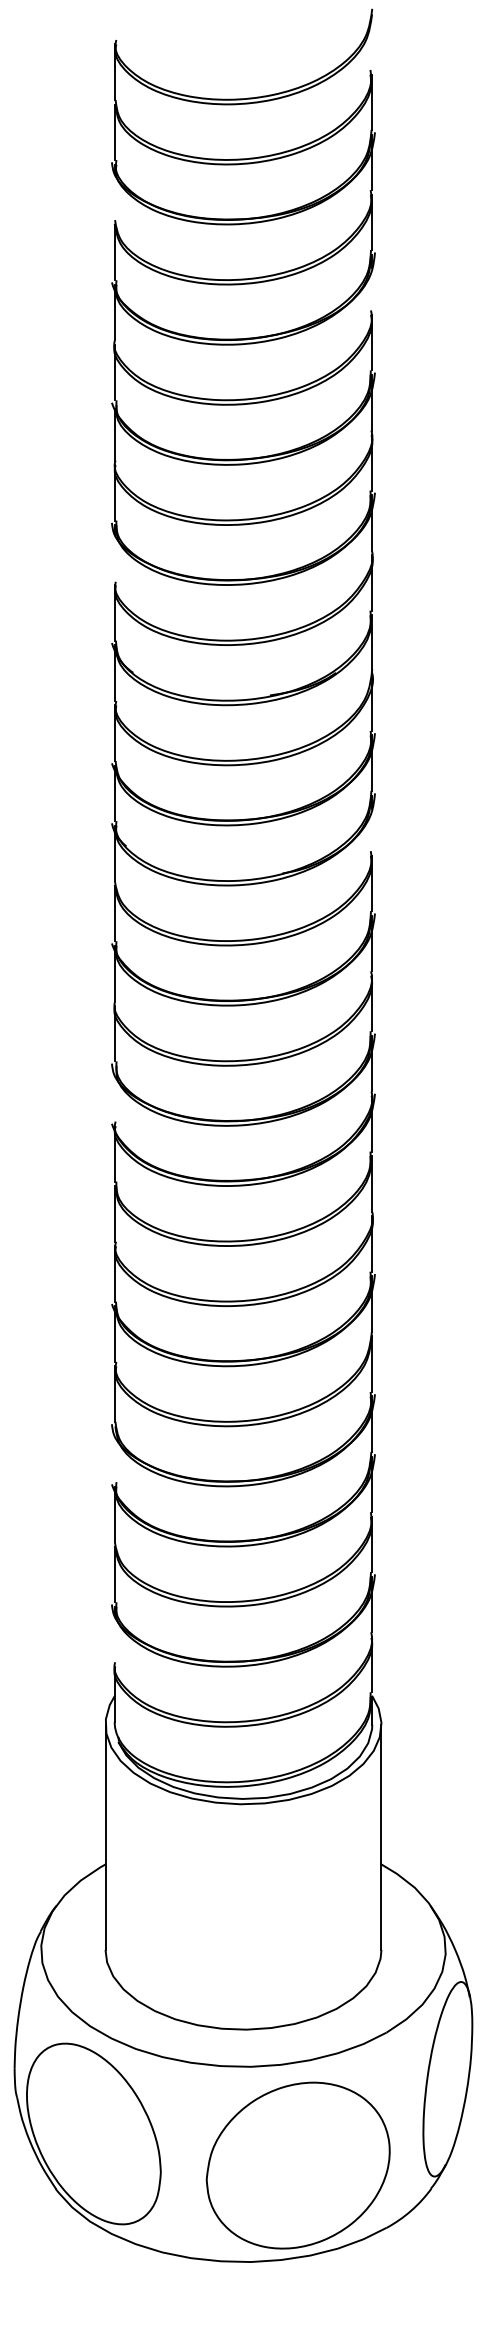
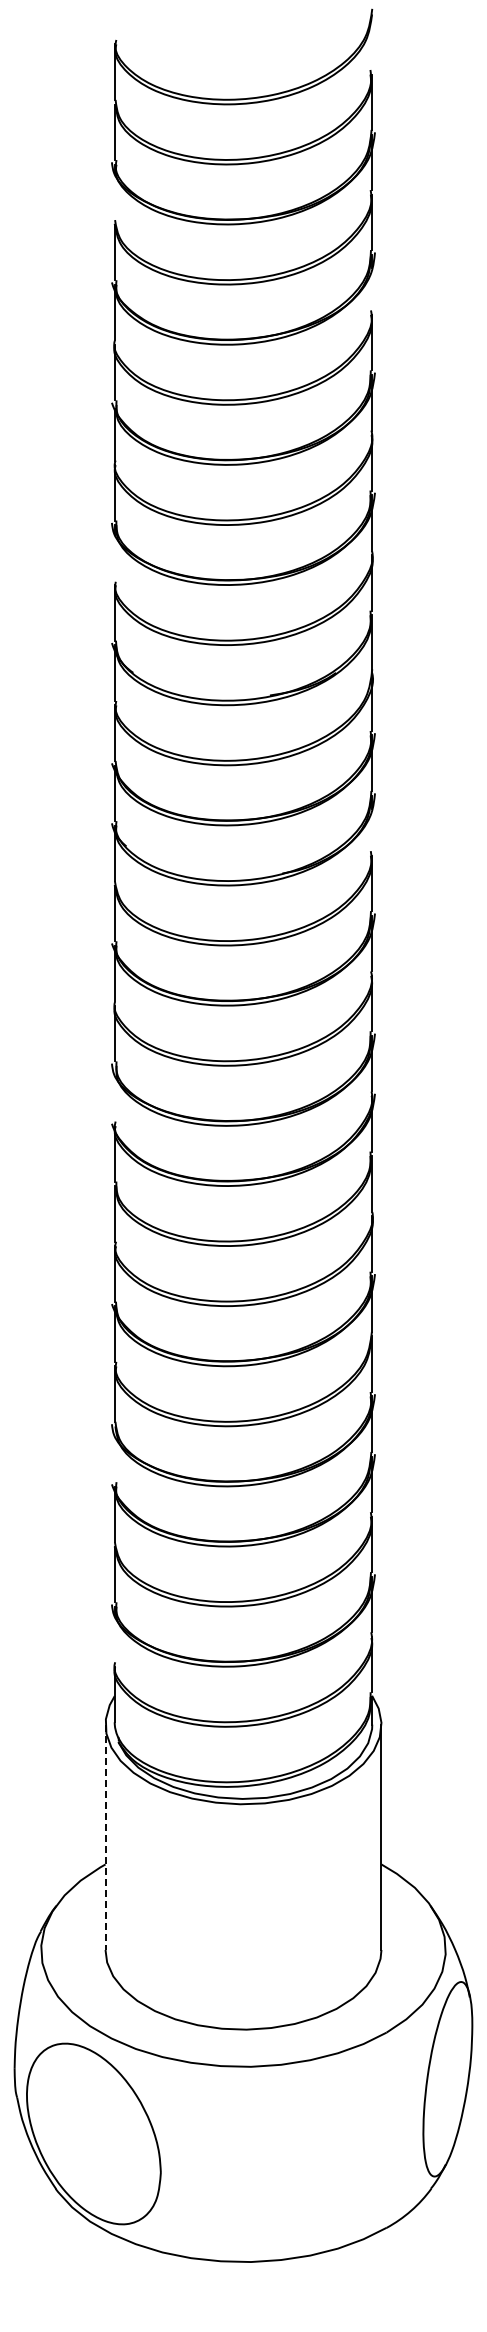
line at (105, 1837): solid -> dashed
part at (297, 2165): present -> none
